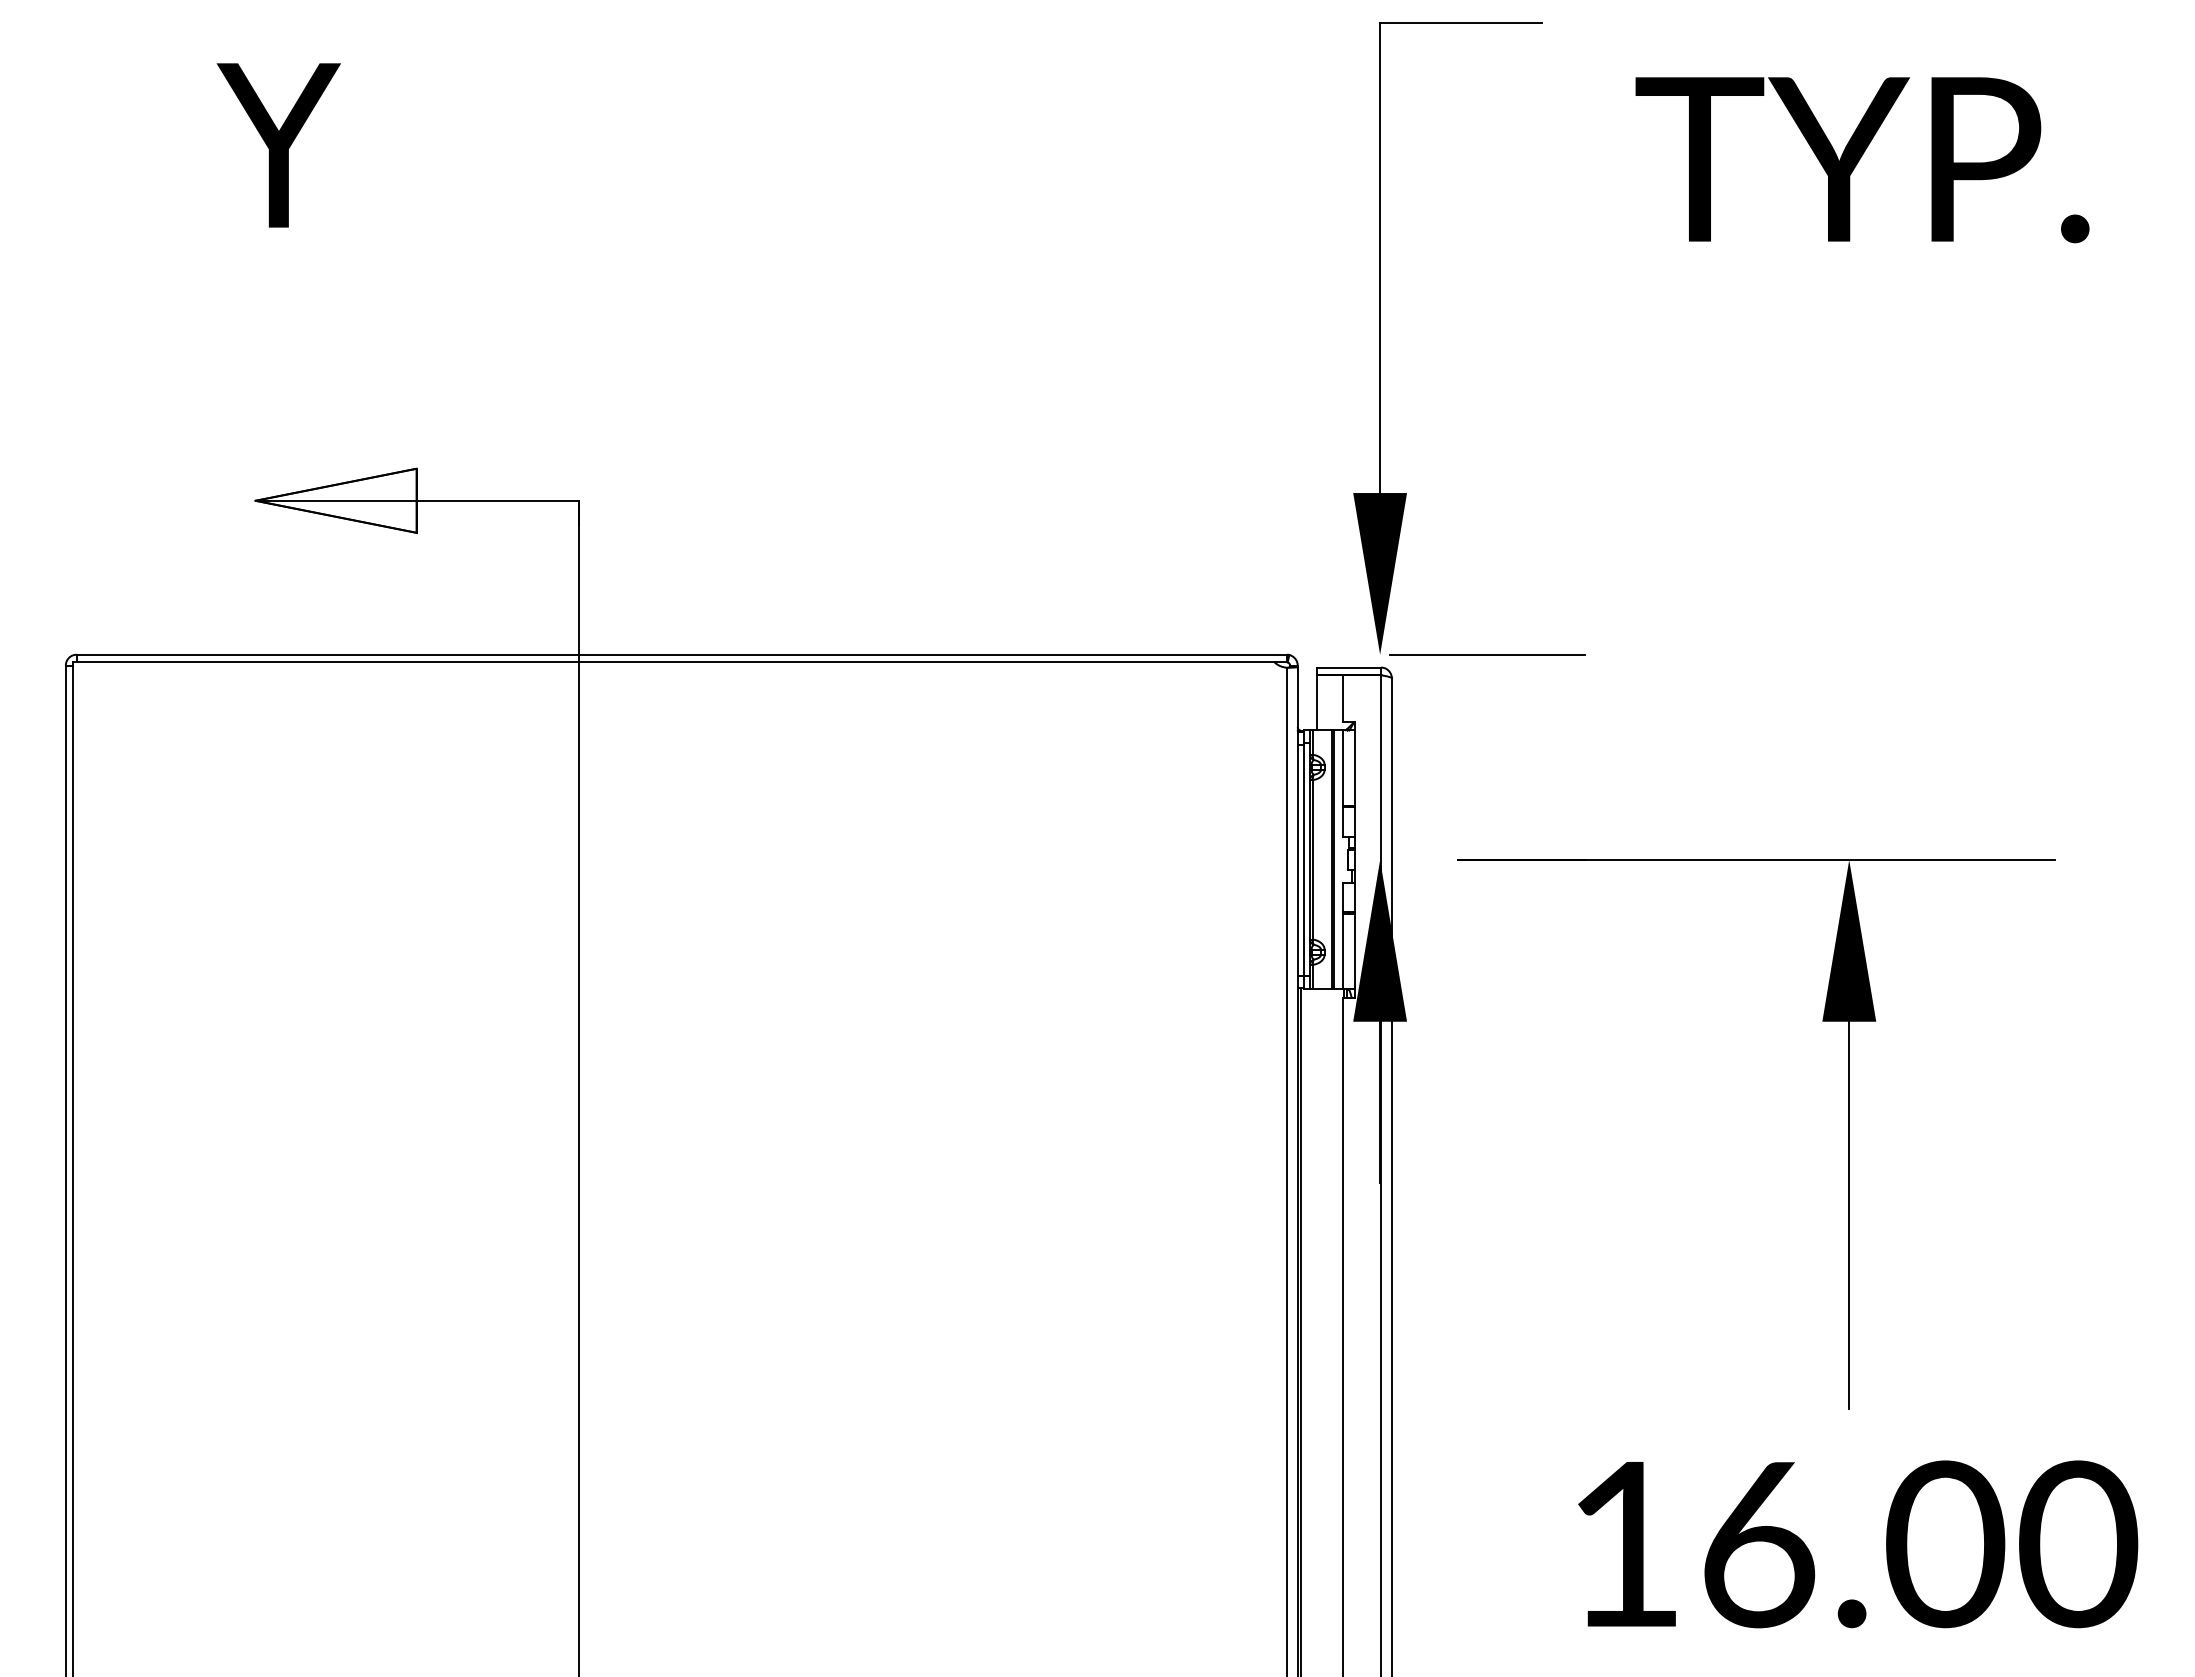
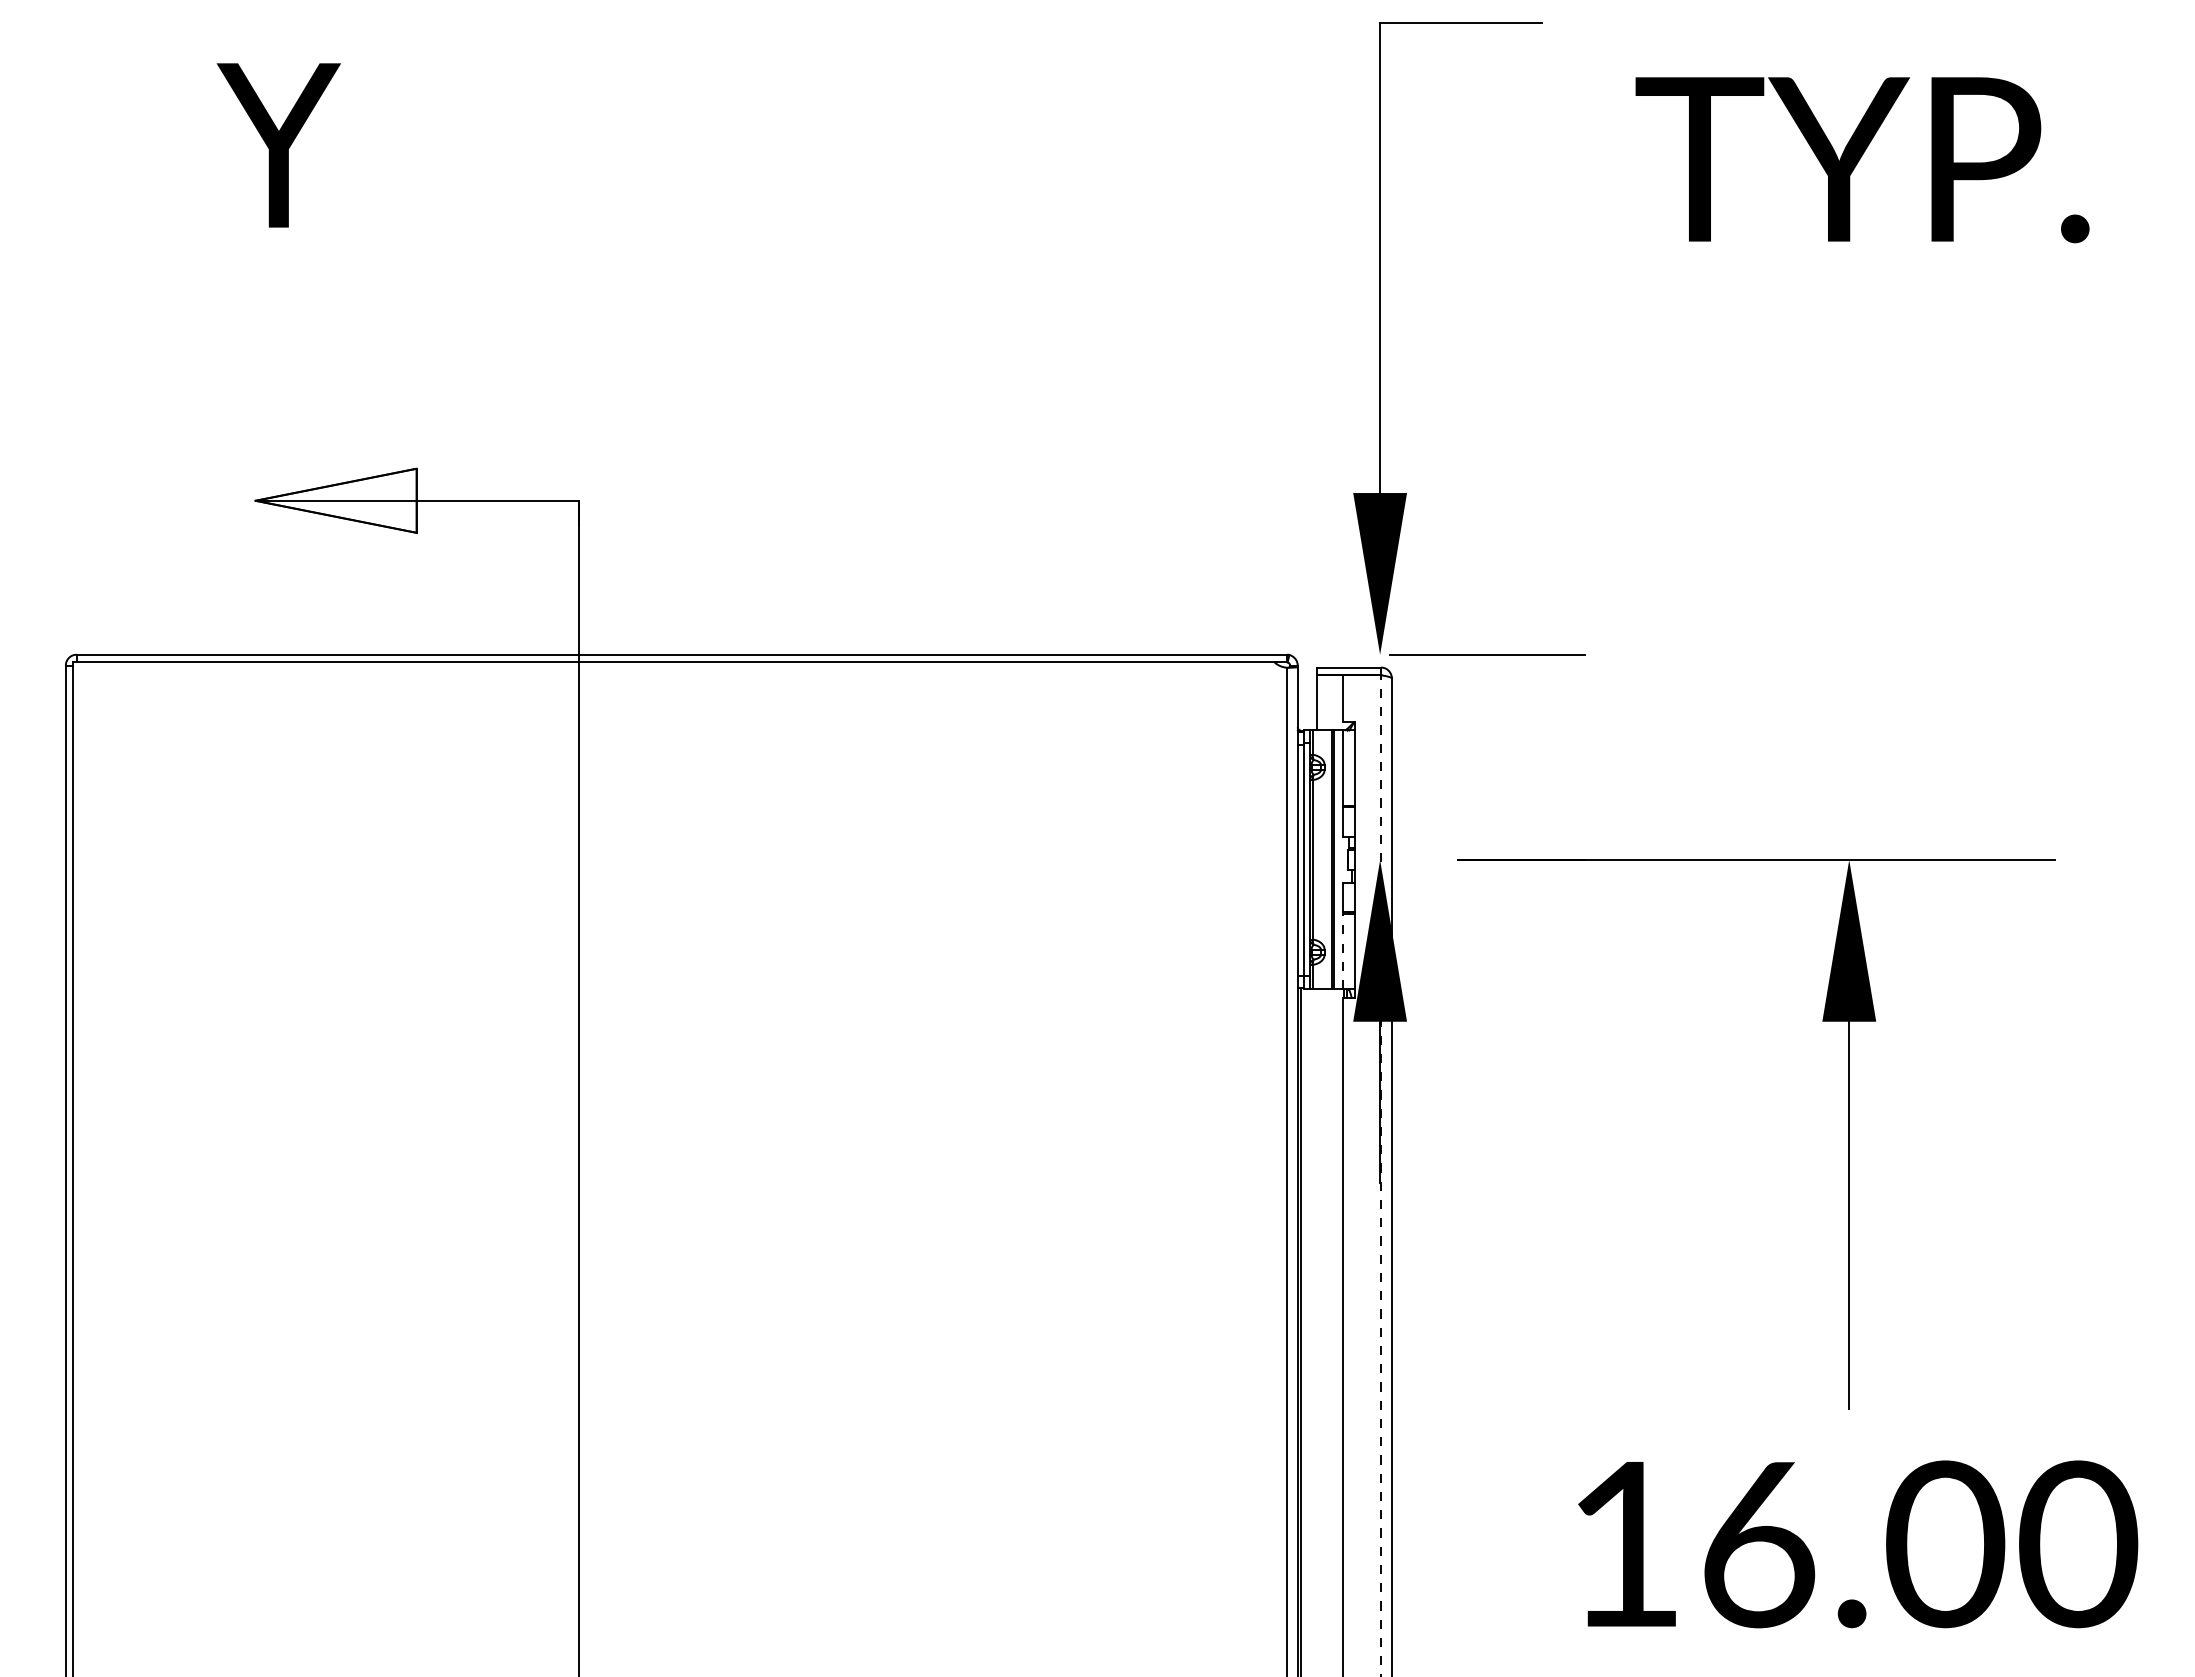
line at (1342, 951): solid -> dashed
line at (1381, 1175): solid -> dashed
